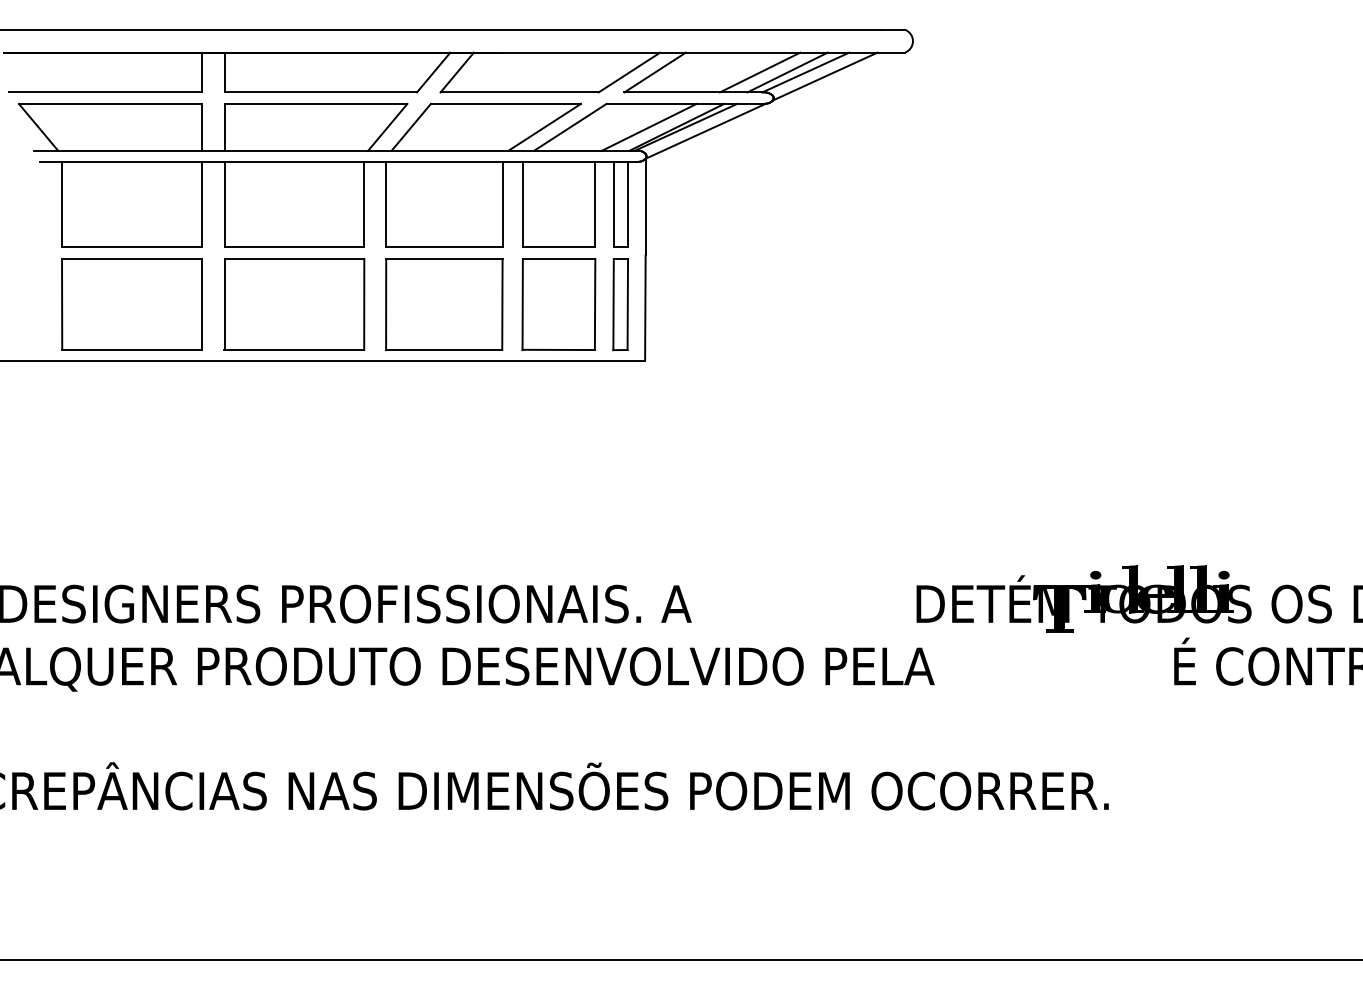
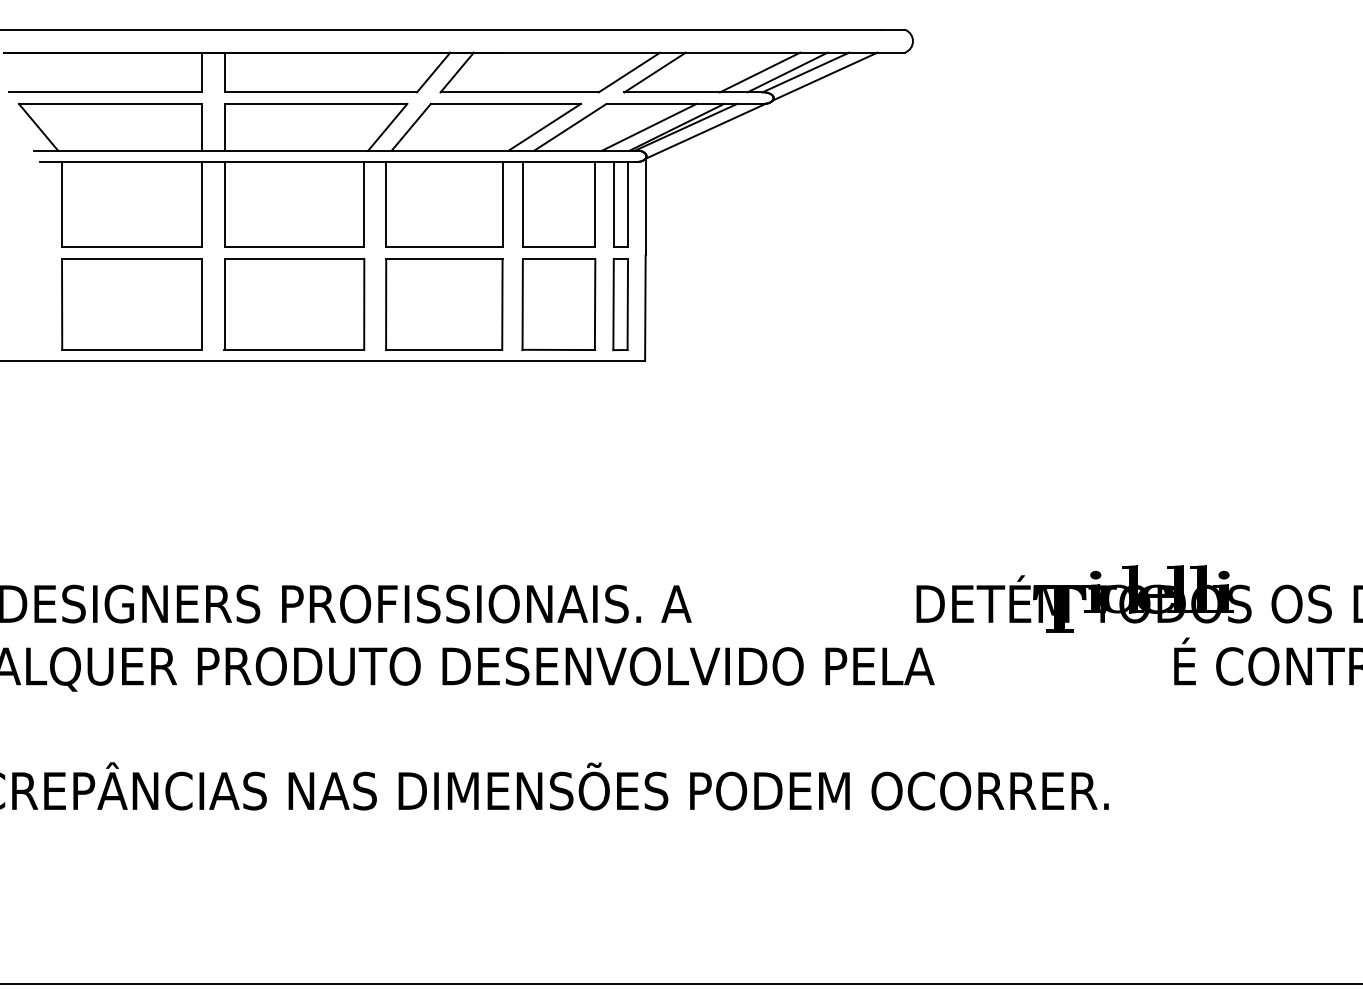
line at (680, 960) position: (680, 960) -> (680, 984)
